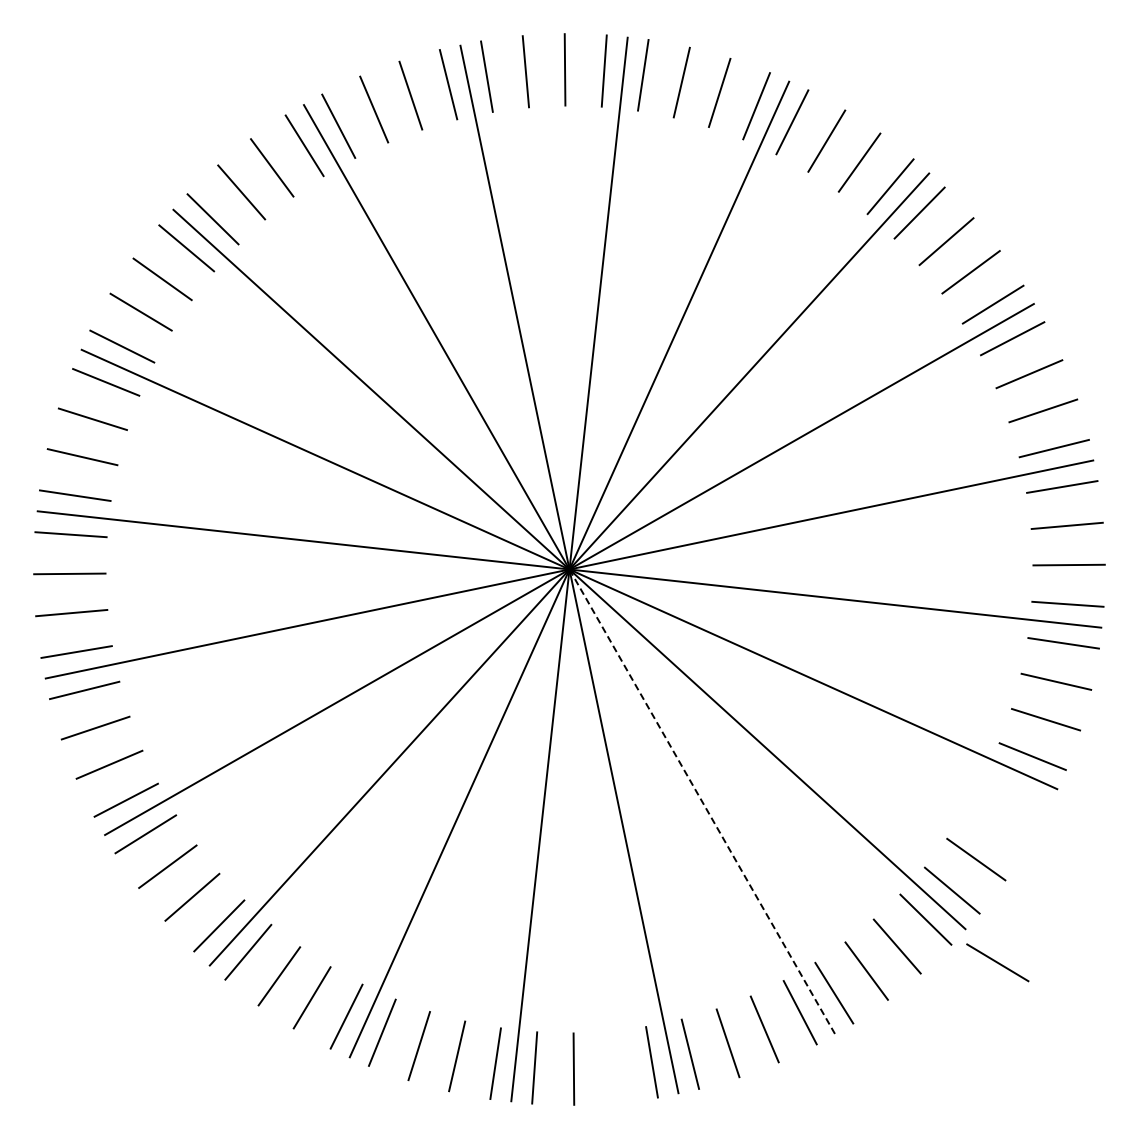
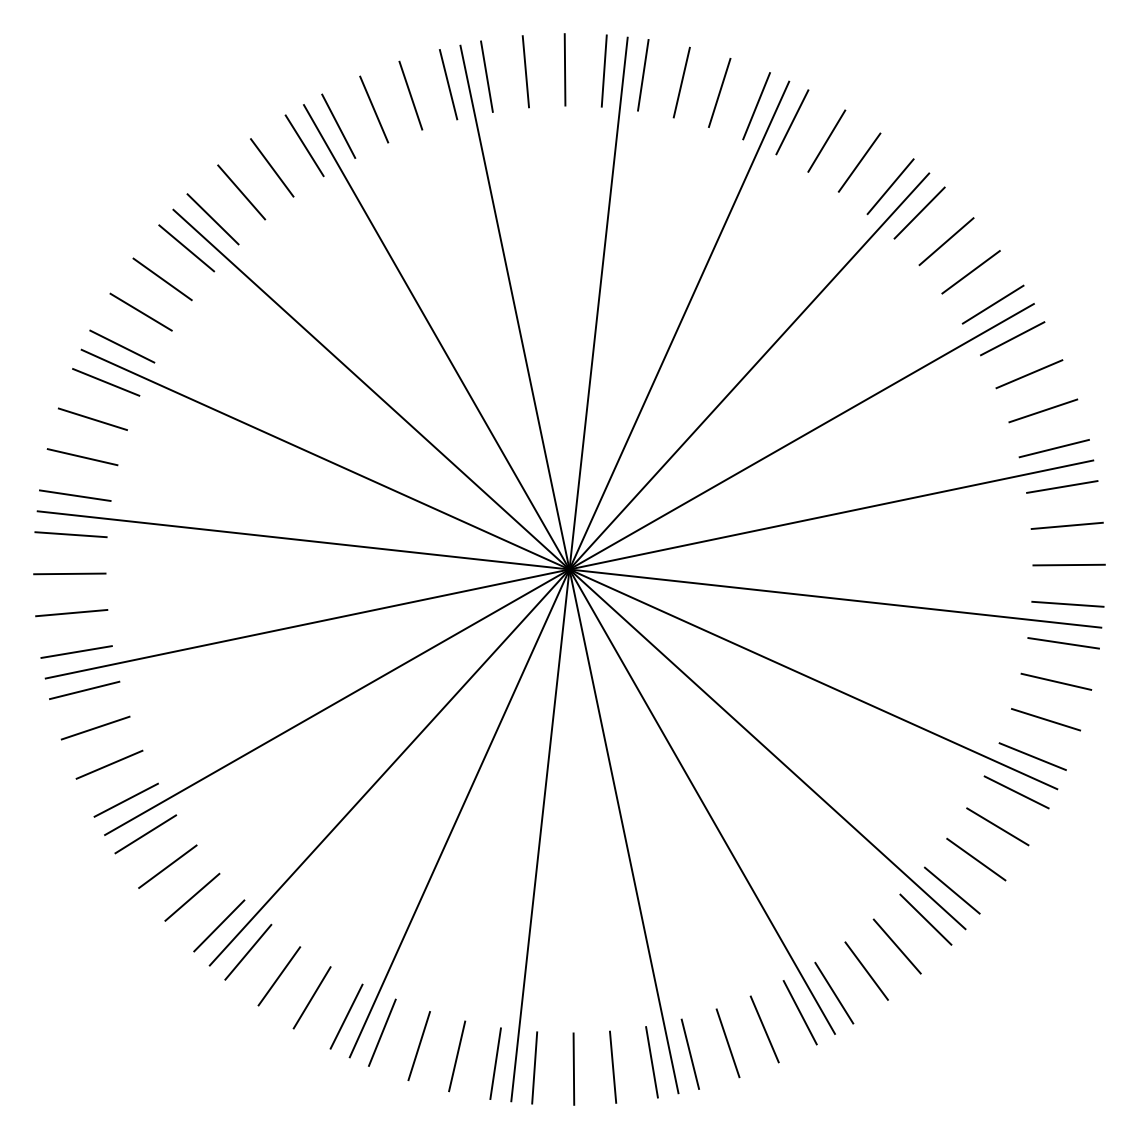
line at (1016, 792): none -> present
line at (702, 802): dashed -> solid
line at (997, 962) position: (997, 962) -> (997, 826)
line at (612, 1066): none -> present
